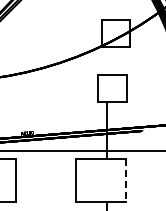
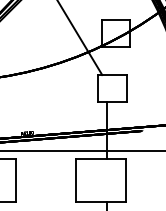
line at (80, 38): none -> present
line at (125, 181): dashed -> solid
